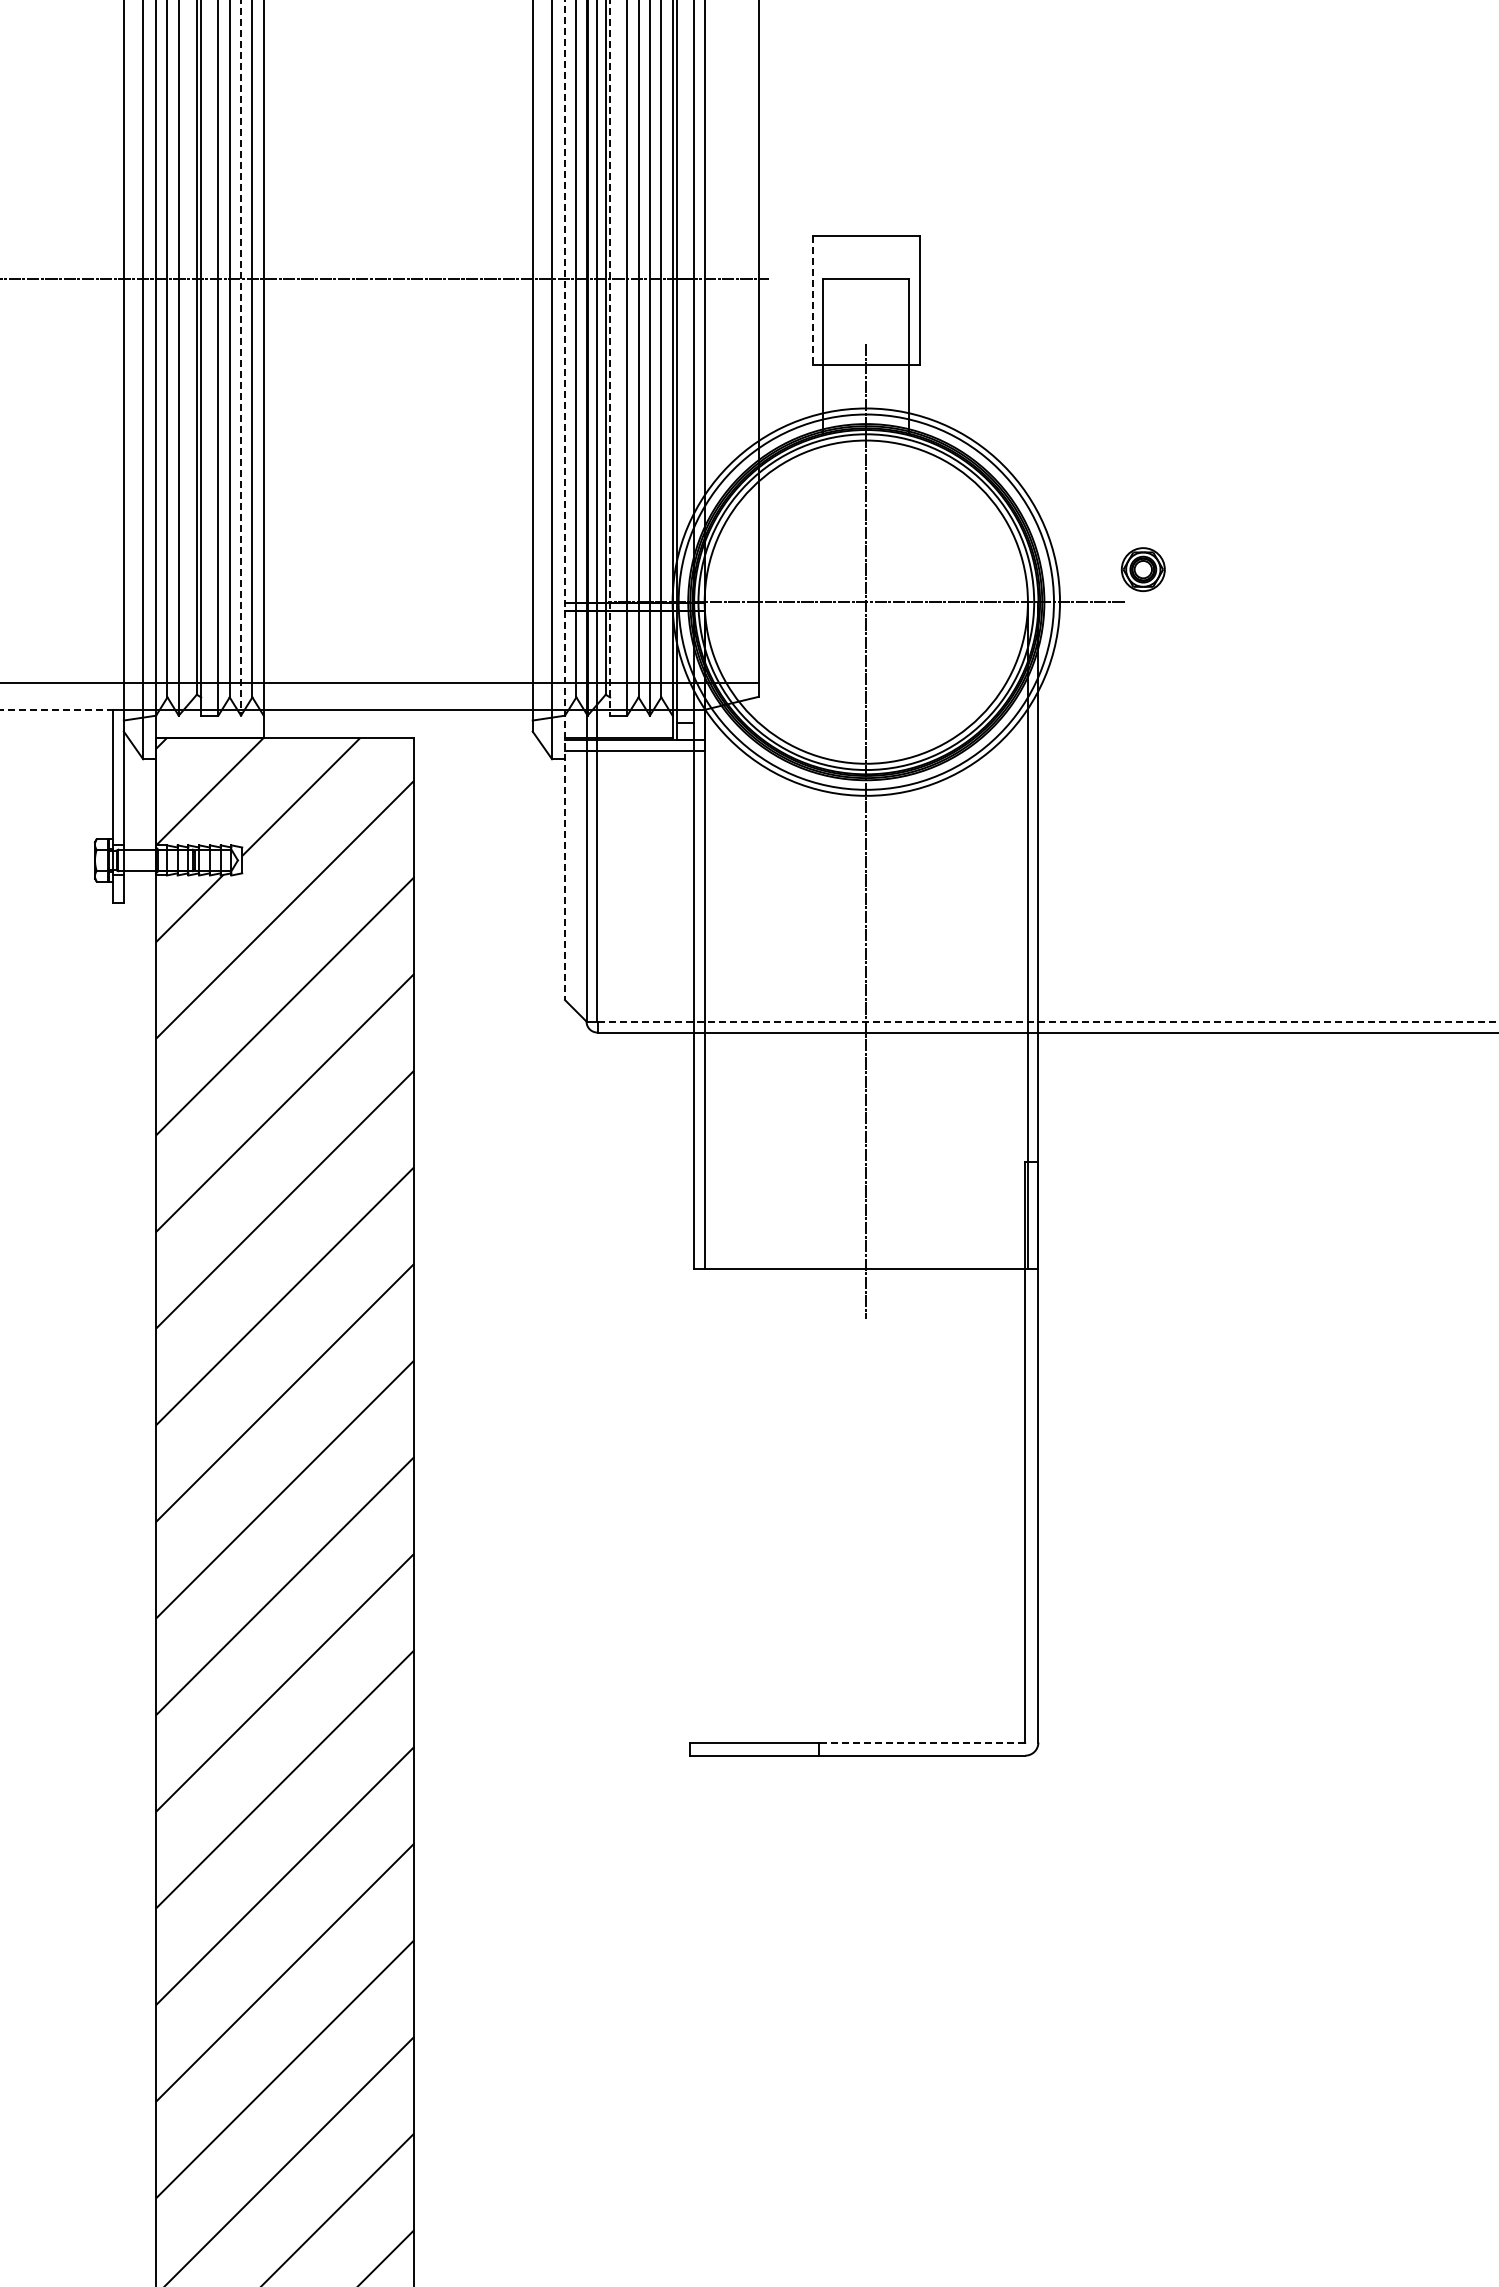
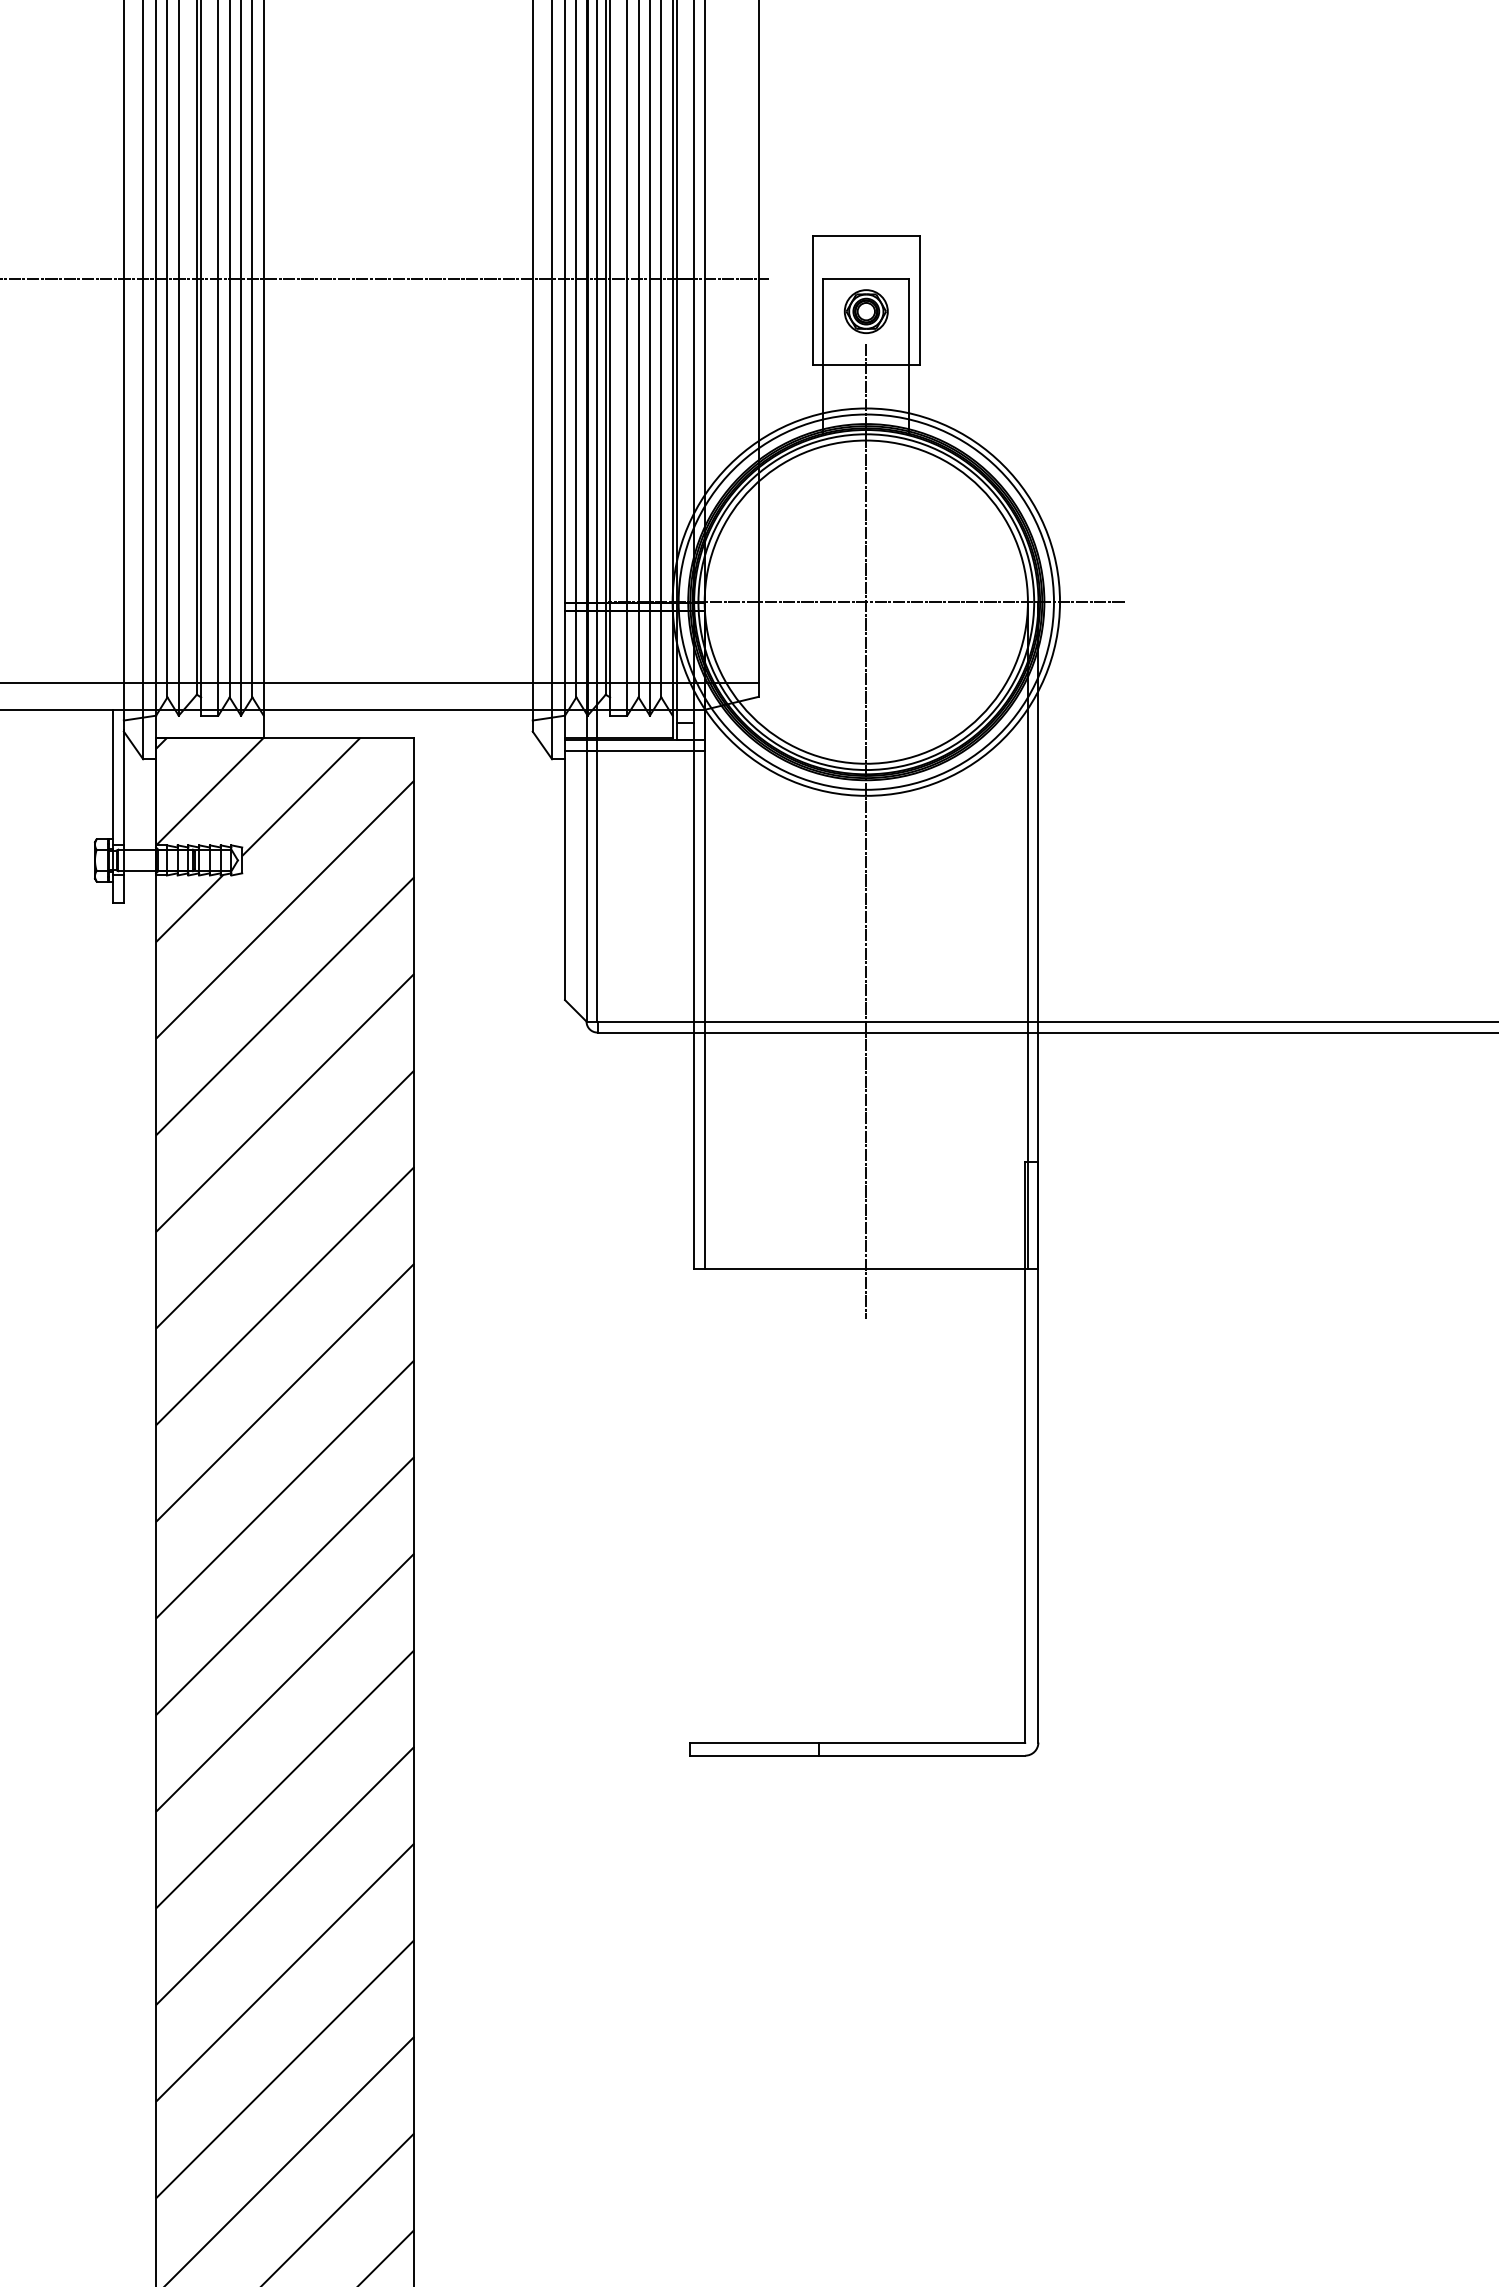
line at (812, 300): dashed -> solid
line at (241, 358): dashed -> solid
line at (610, 358): dashed -> solid
line at (565, 500): dashed -> solid
part at (1142, 569) position: (1142, 569) -> (865, 311)
line at (57, 709): dashed -> solid
line at (1048, 1021): dashed -> solid
line at (921, 1742): dashed -> solid
